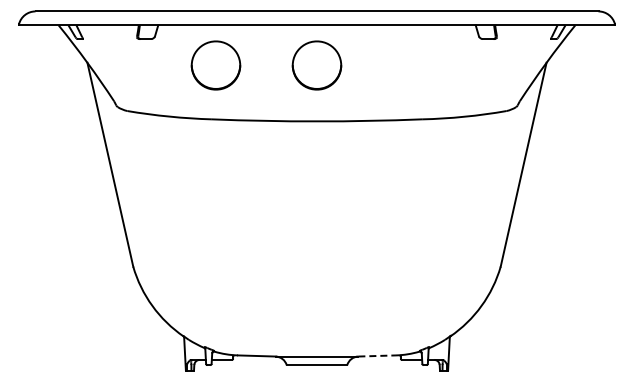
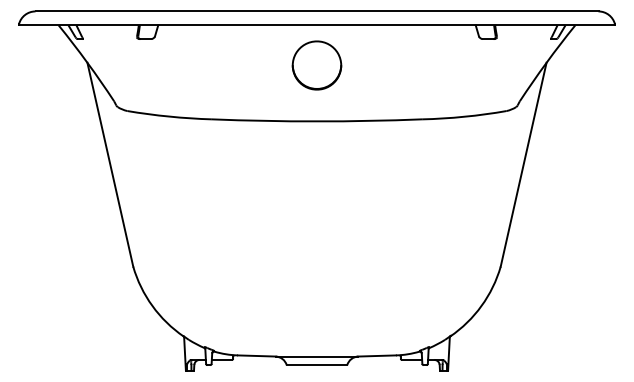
part at (215, 65): present -> none
line at (377, 355): dashed -> solid
